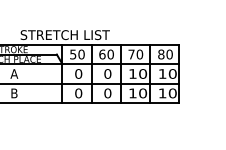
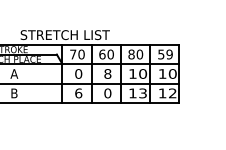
text at (73, 54): 50 -> 70
text at (131, 54): 70 -> 80
text at (165, 54): 80 -> 59
text at (107, 73): 0 -> 8
text at (78, 92): 0 -> 6
text at (143, 93): 10 -> 13
text at (172, 93): 10 -> 12
